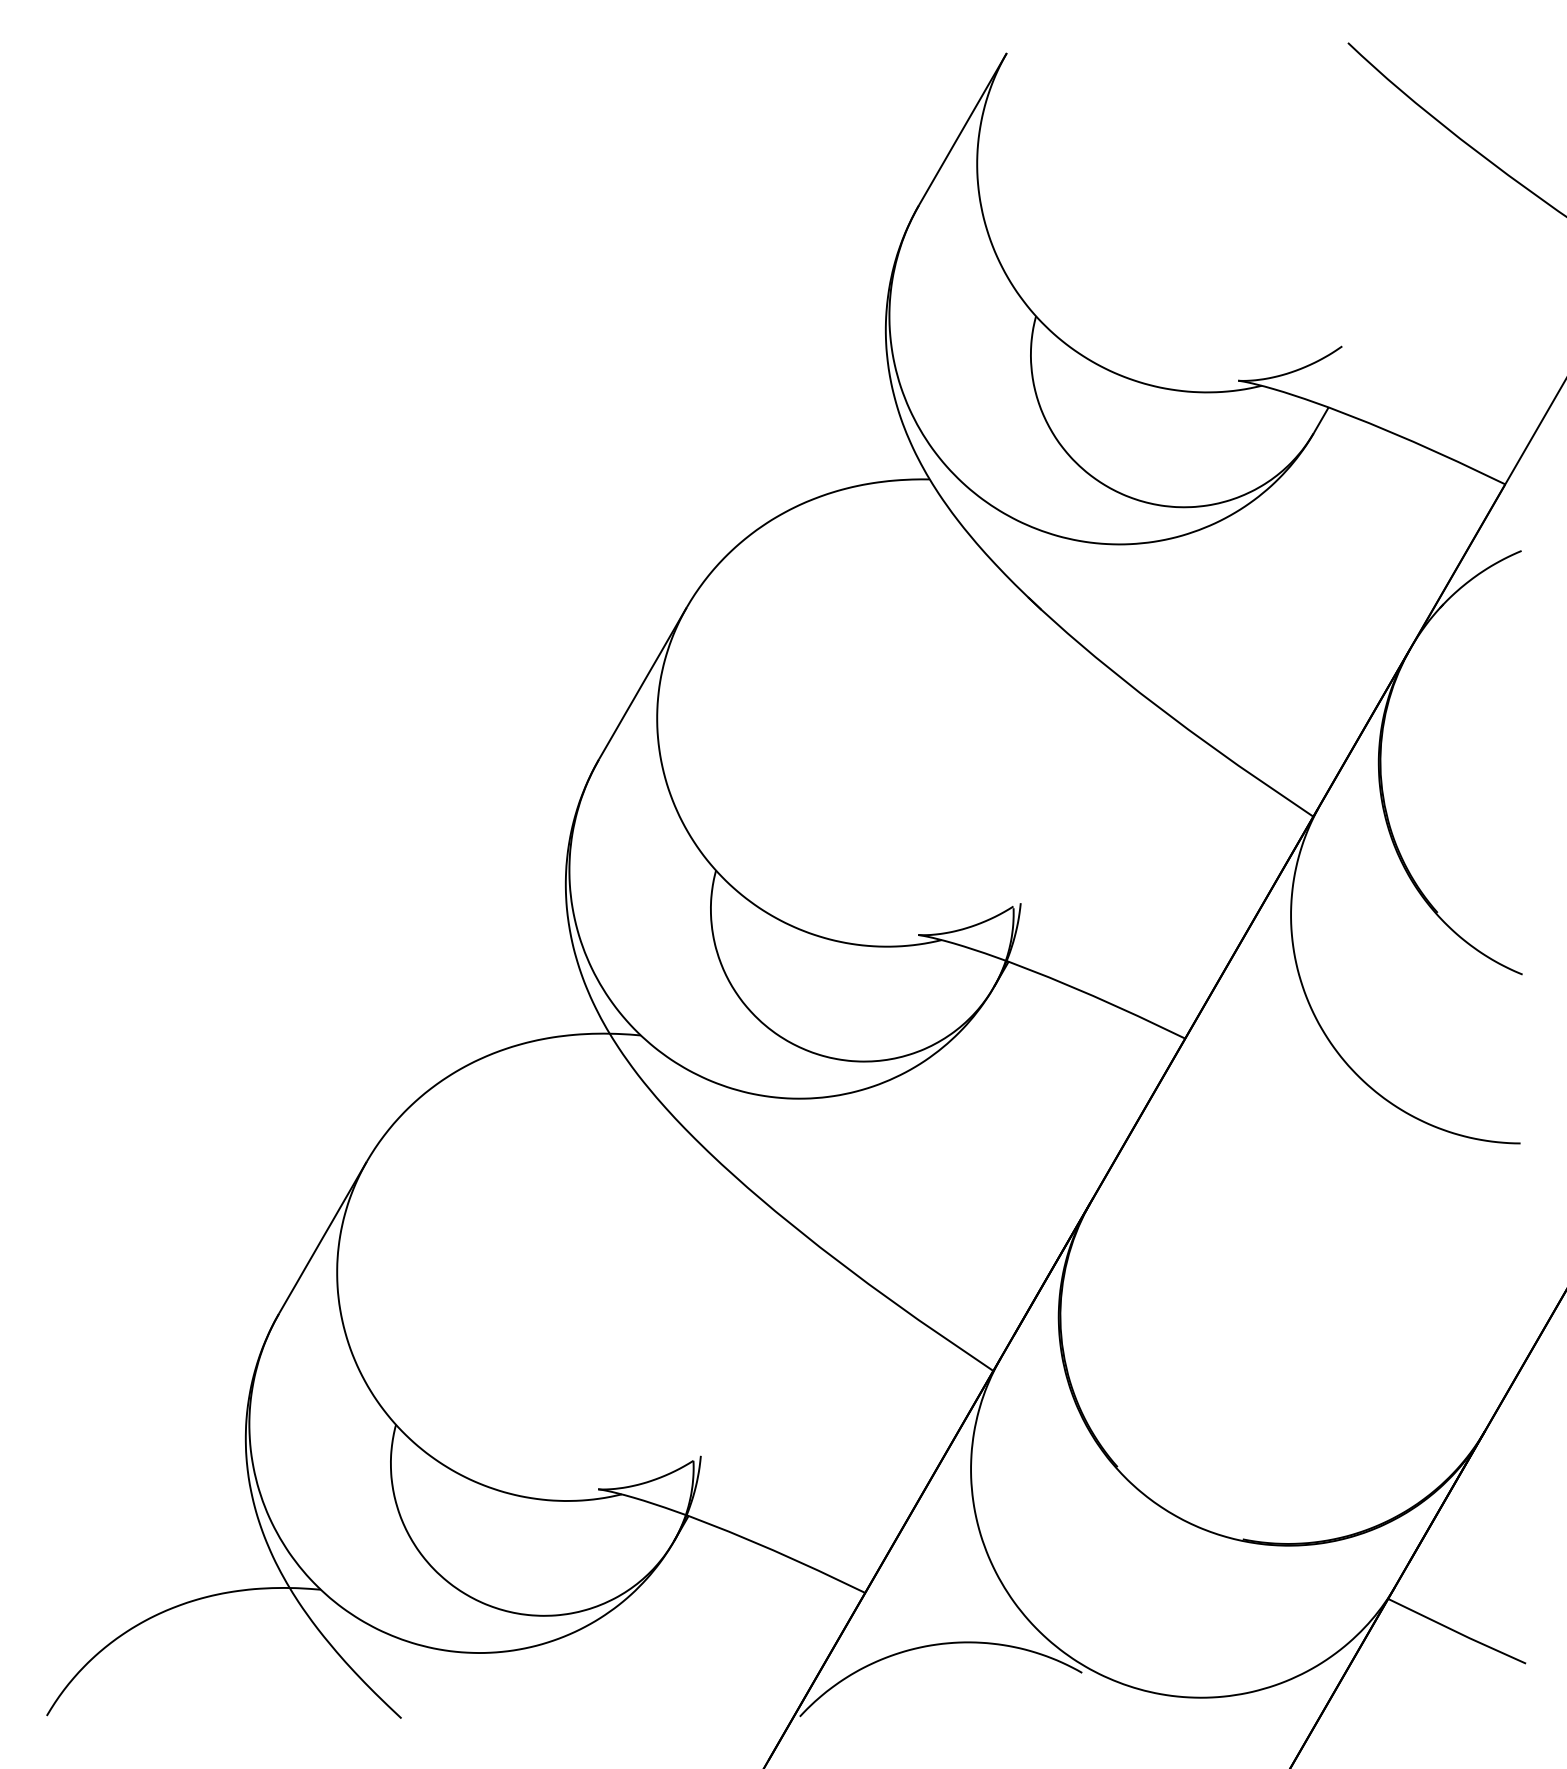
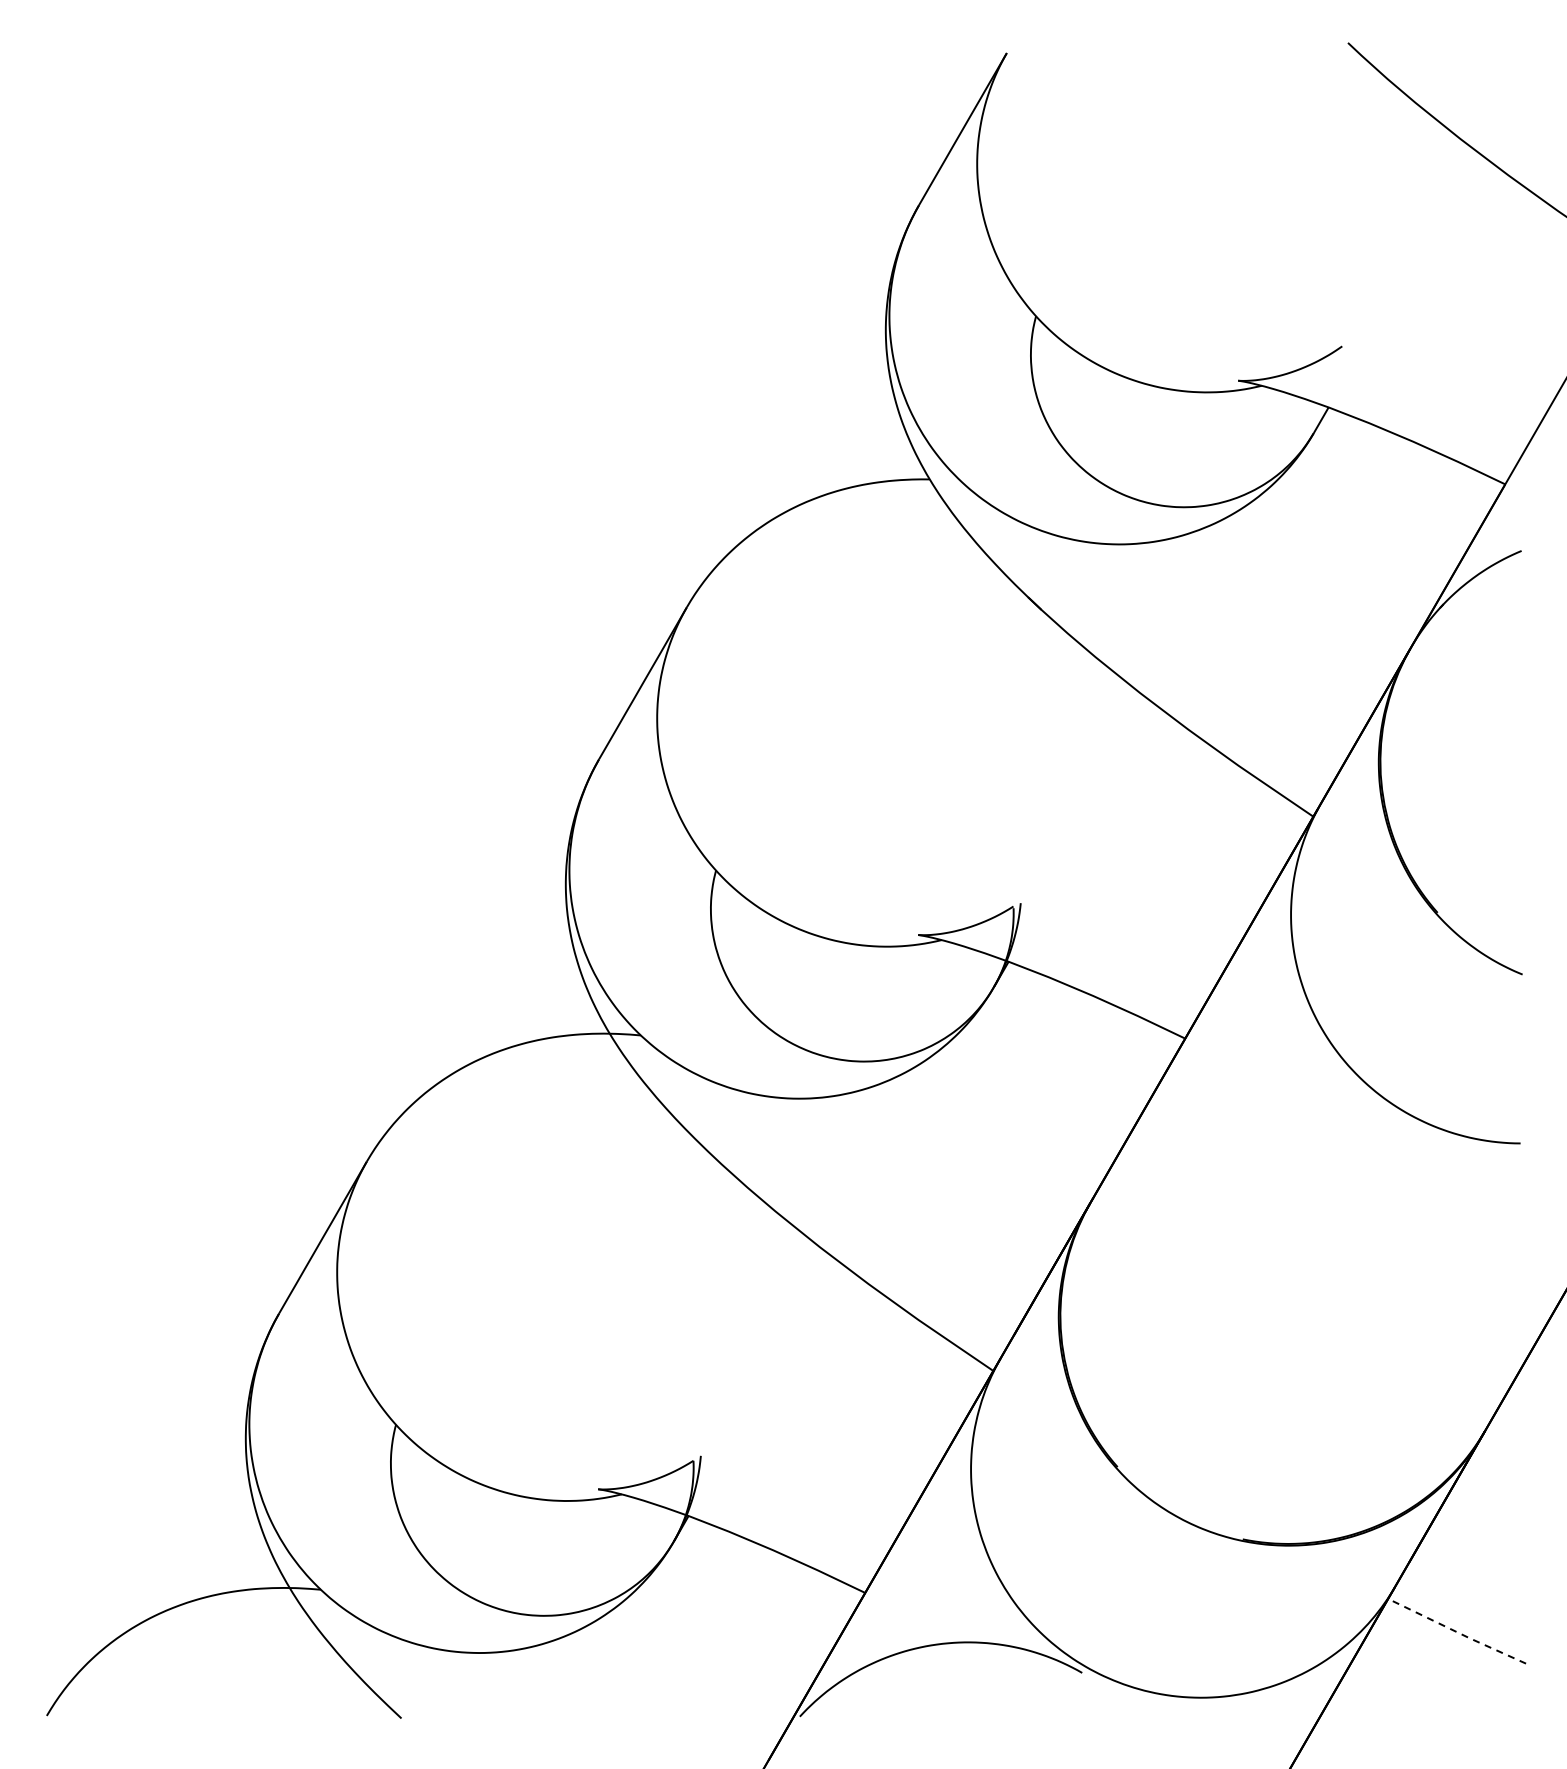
line at (1457, 1632): solid -> dashed
